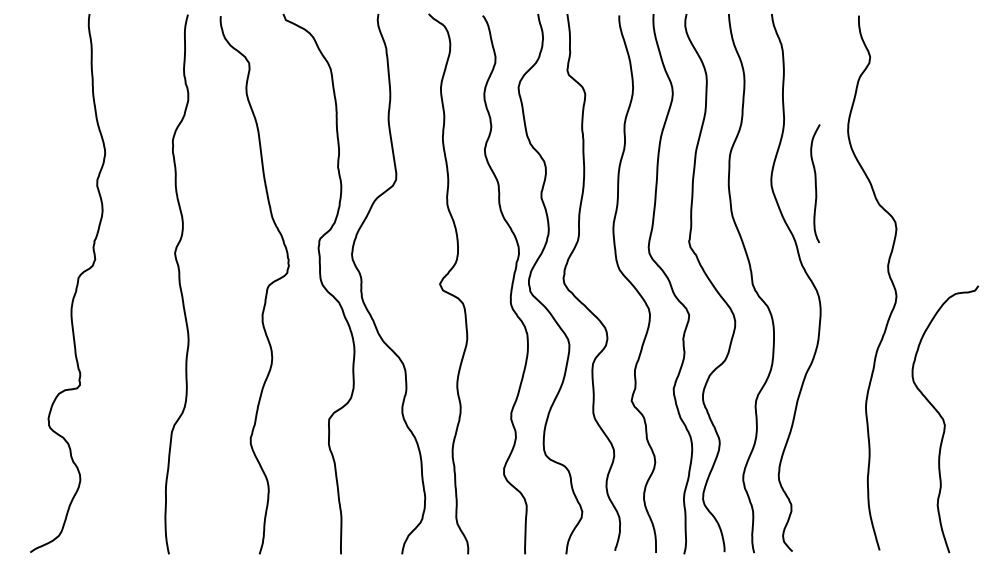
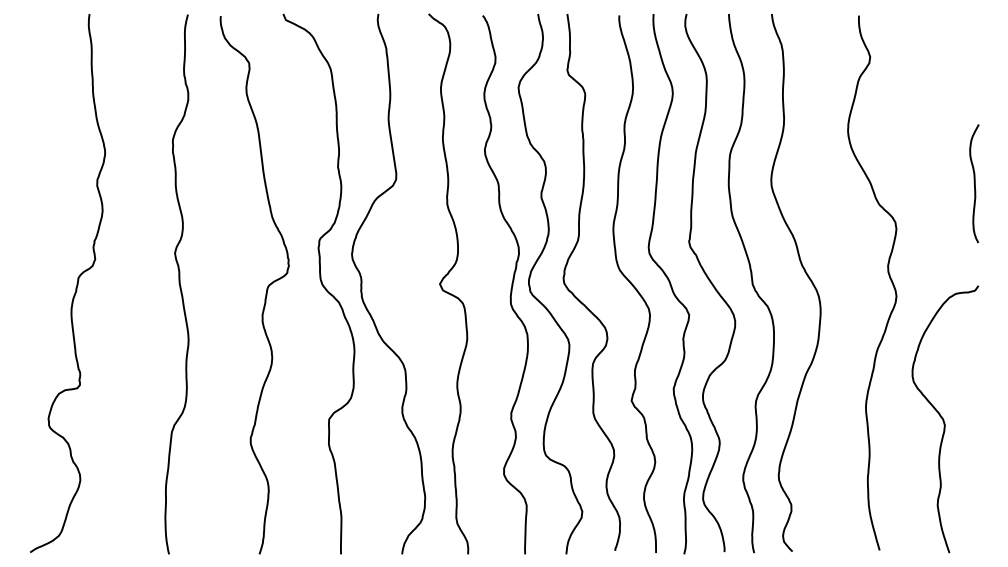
curve at (815, 183) position: (815, 183) -> (974, 183)
